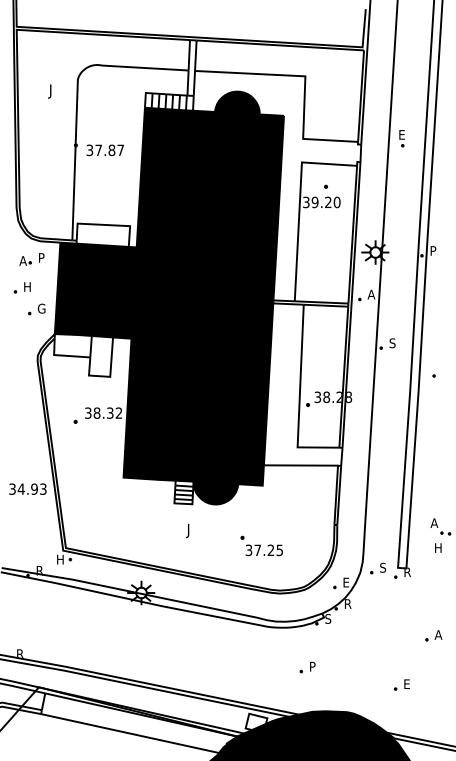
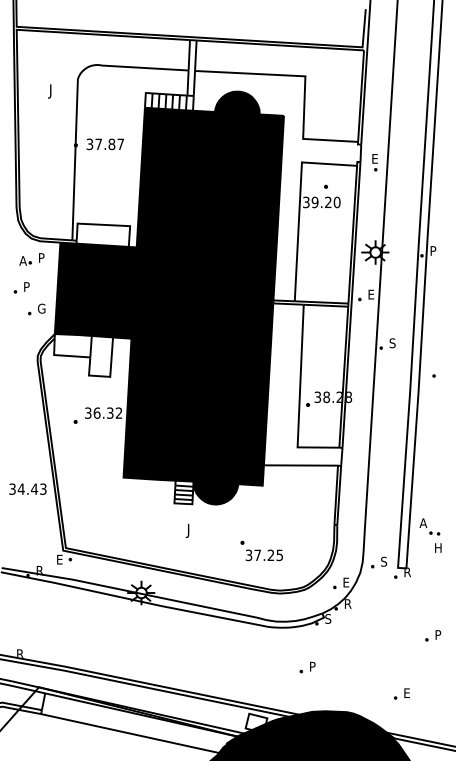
part at (401, 138) position: (401, 138) -> (374, 162)
text at (104, 150) position: (104, 150) -> (104, 144)
text at (27, 286): H -> P
text at (371, 294): A -> E
text at (96, 412): 38.32 -> 36.32
text at (34, 488): 34.93 -> 34.43
part at (440, 526) position: (440, 526) -> (429, 526)
part at (261, 545) position: (261, 545) -> (261, 550)
text at (60, 559): H -> E
part at (378, 568) position: (378, 568) -> (379, 562)
text at (438, 634): A -> P
part at (401, 684) position: (401, 684) -> (401, 693)
